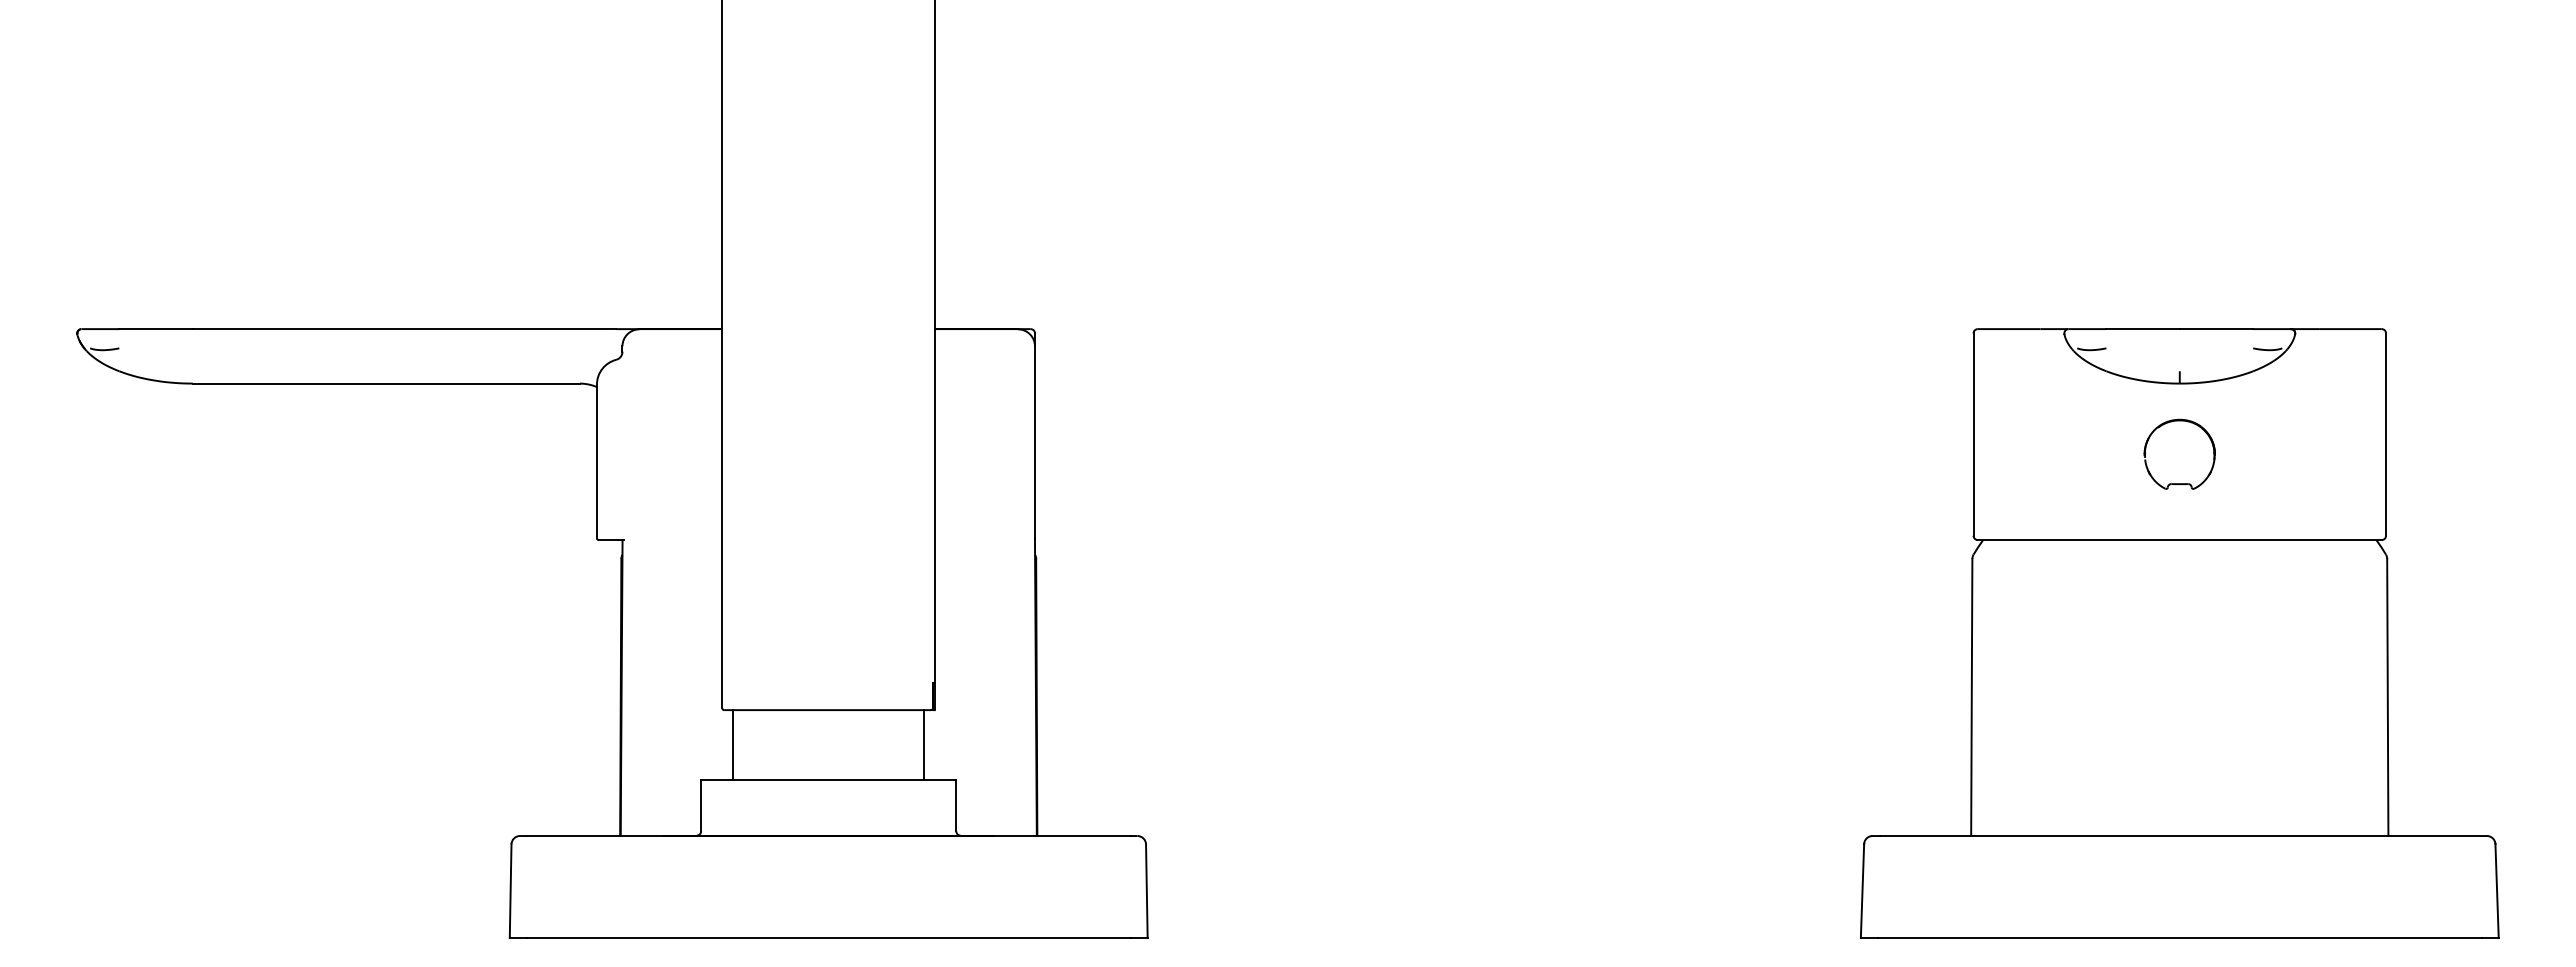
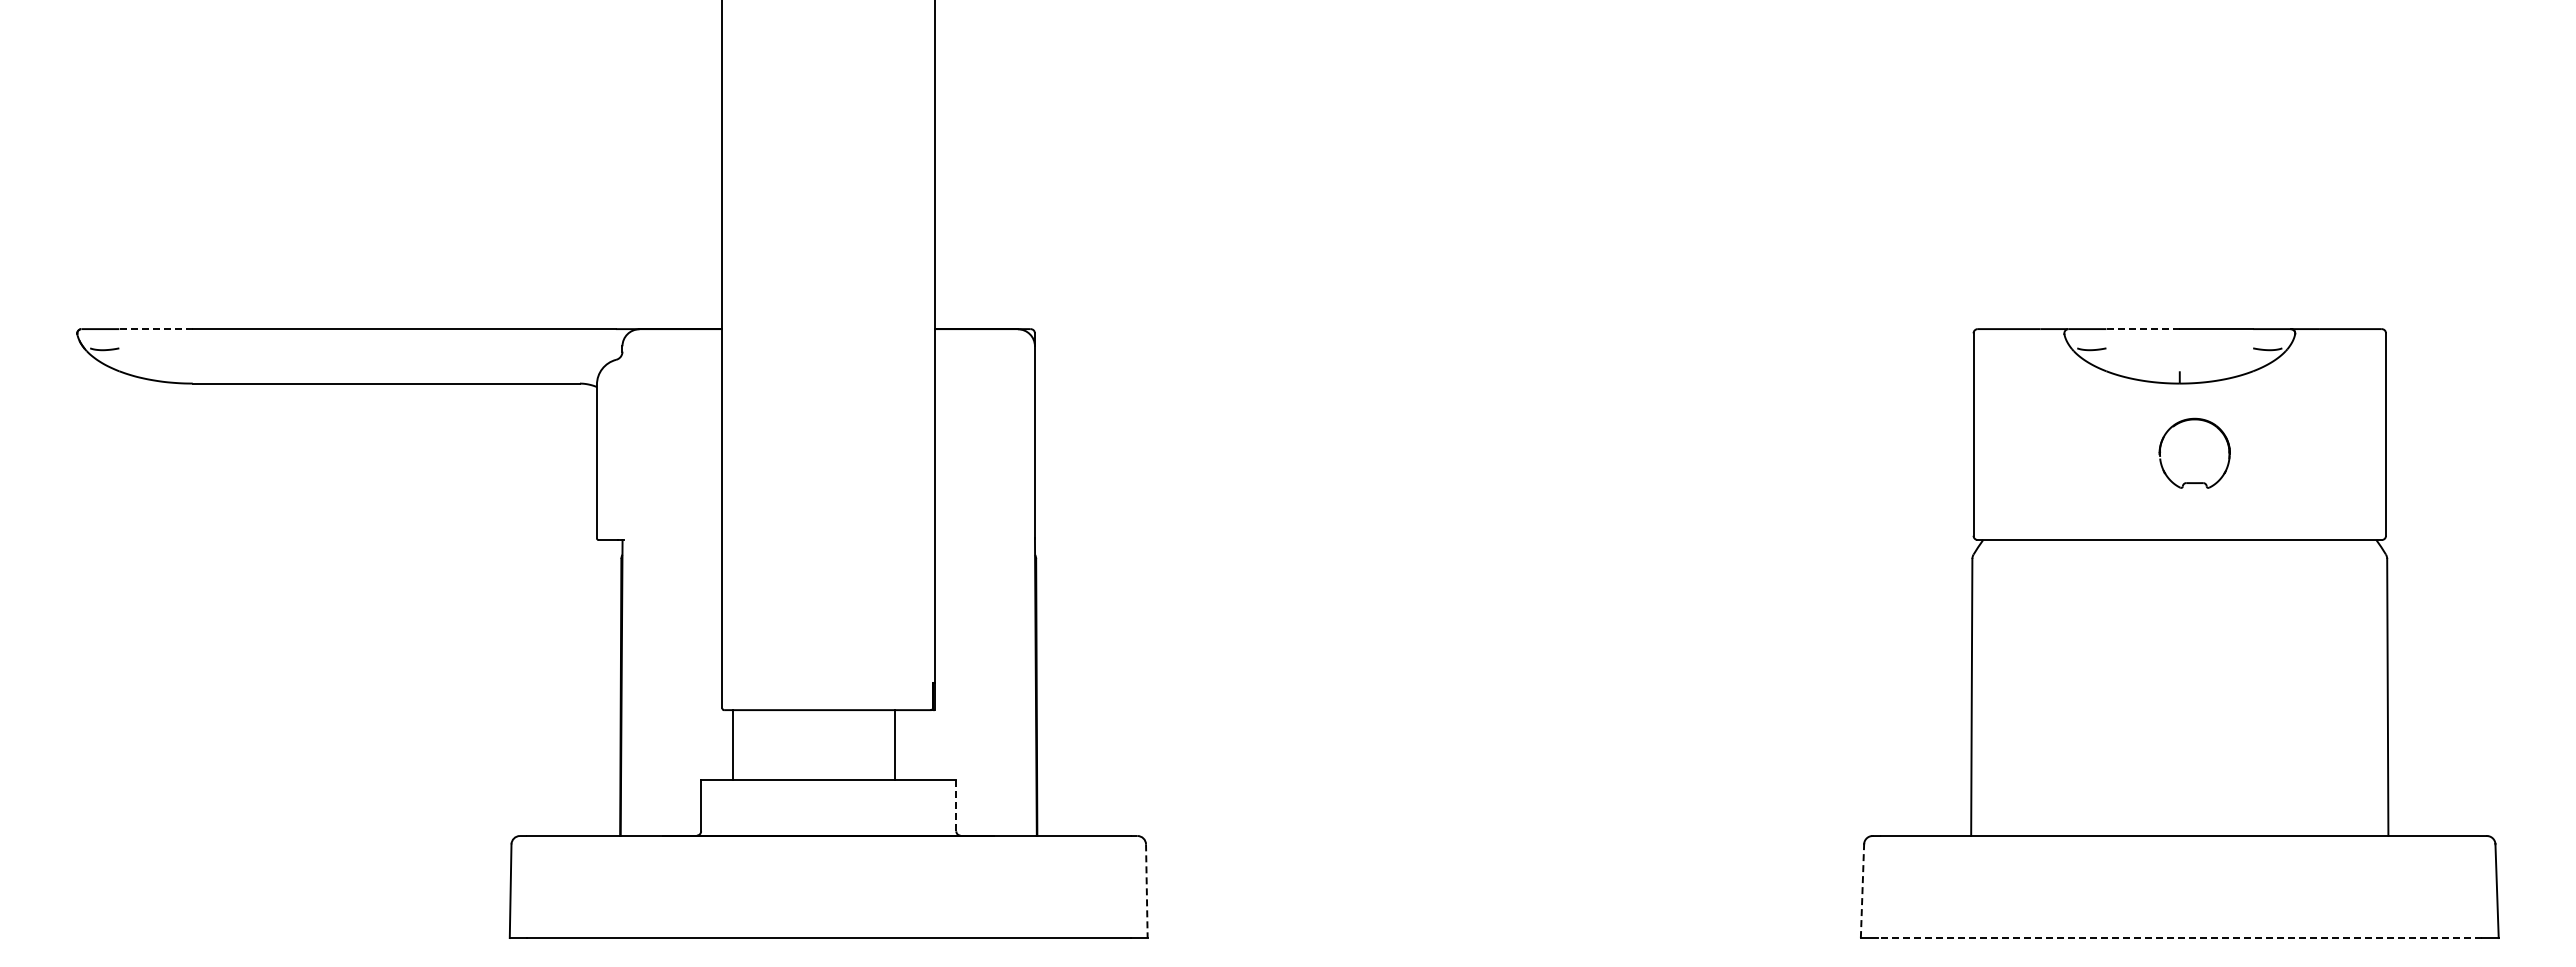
line at (156, 329): solid -> dashed
line at (2143, 329): solid -> dashed
part at (2179, 483) position: (2179, 483) -> (2194, 482)
line at (924, 744) position: (924, 744) -> (895, 744)
line at (956, 805): solid -> dashed
line at (1146, 891): solid -> dashed
line at (1862, 891): solid -> dashed
line at (2179, 938): solid -> dashed
